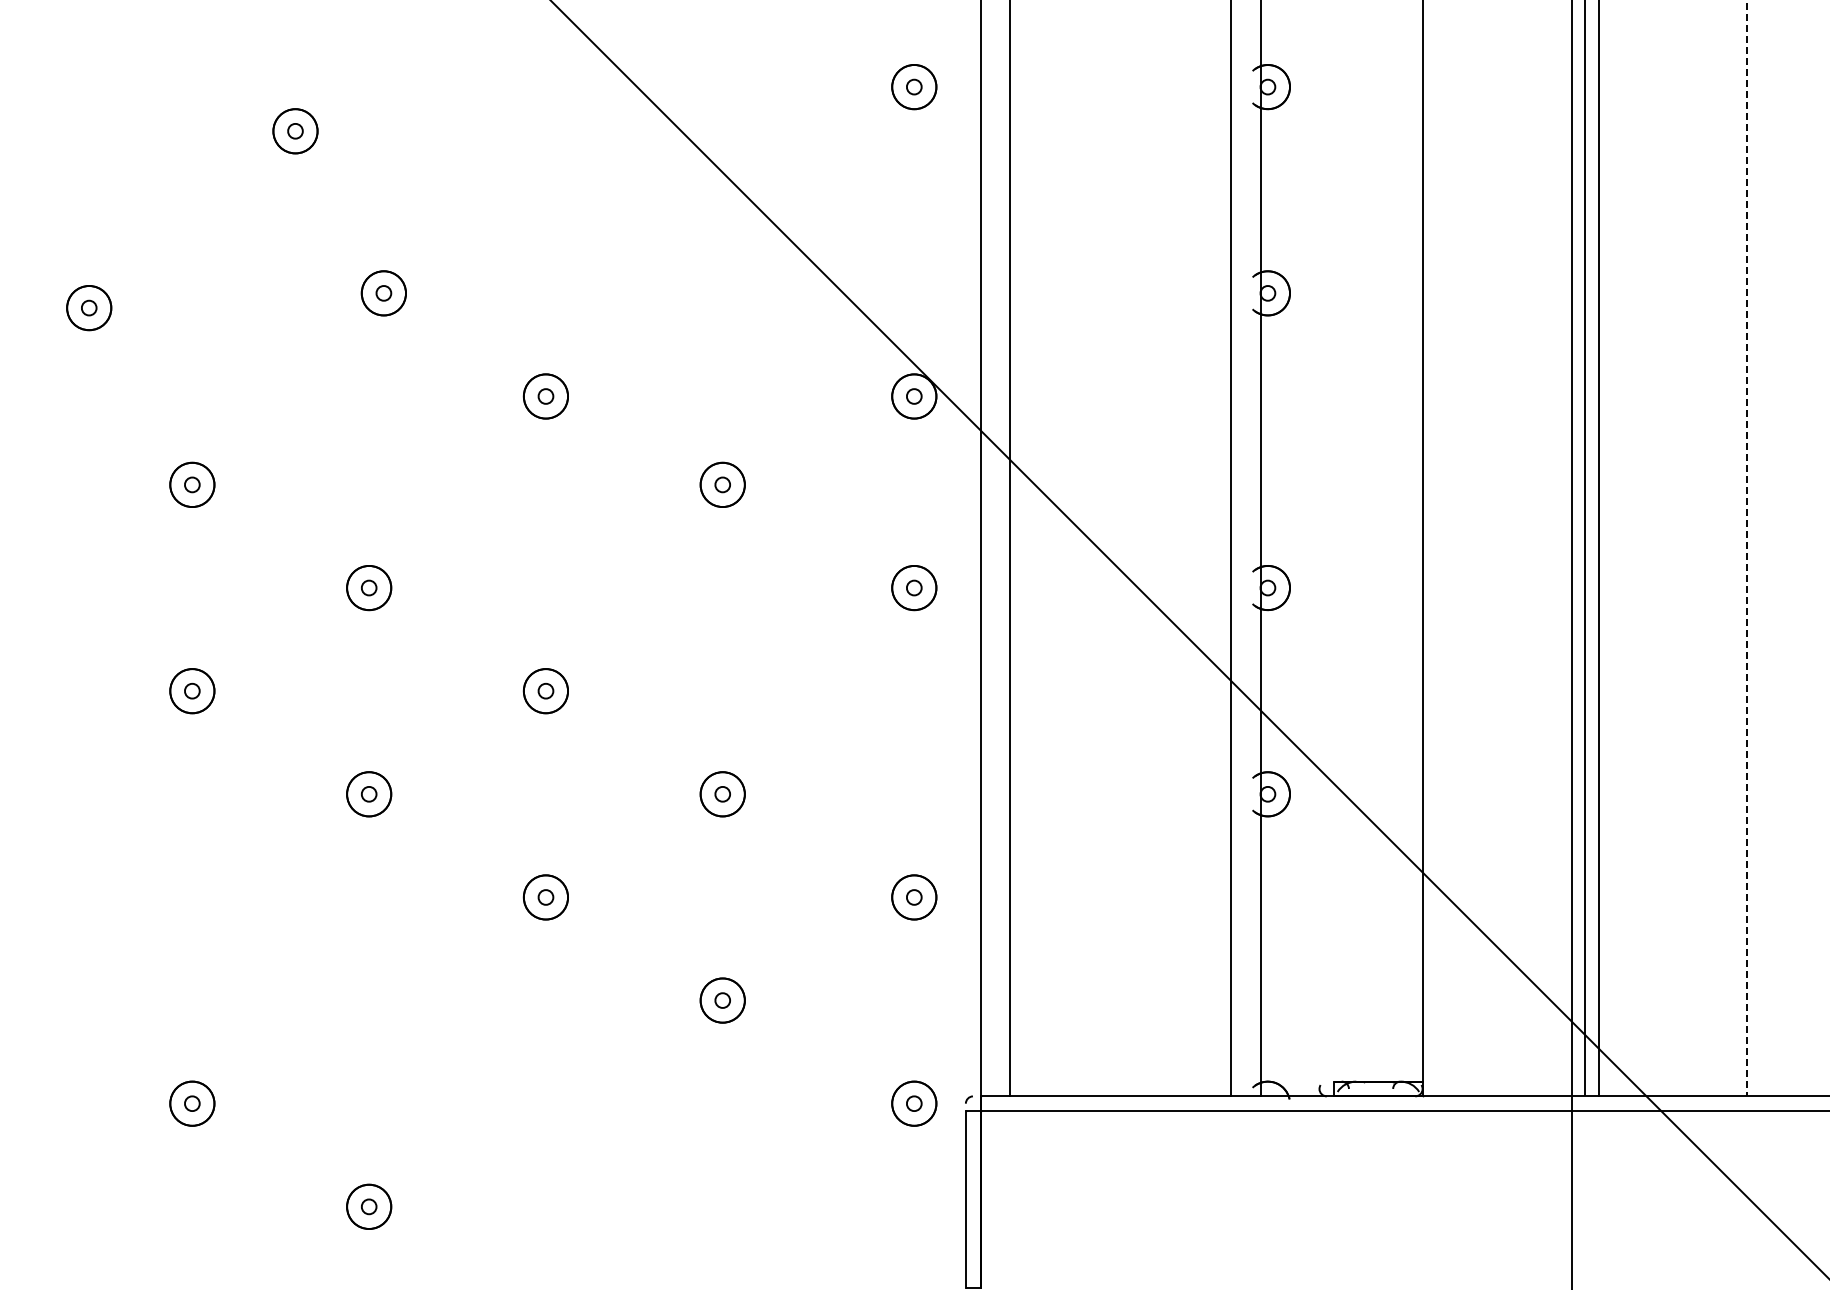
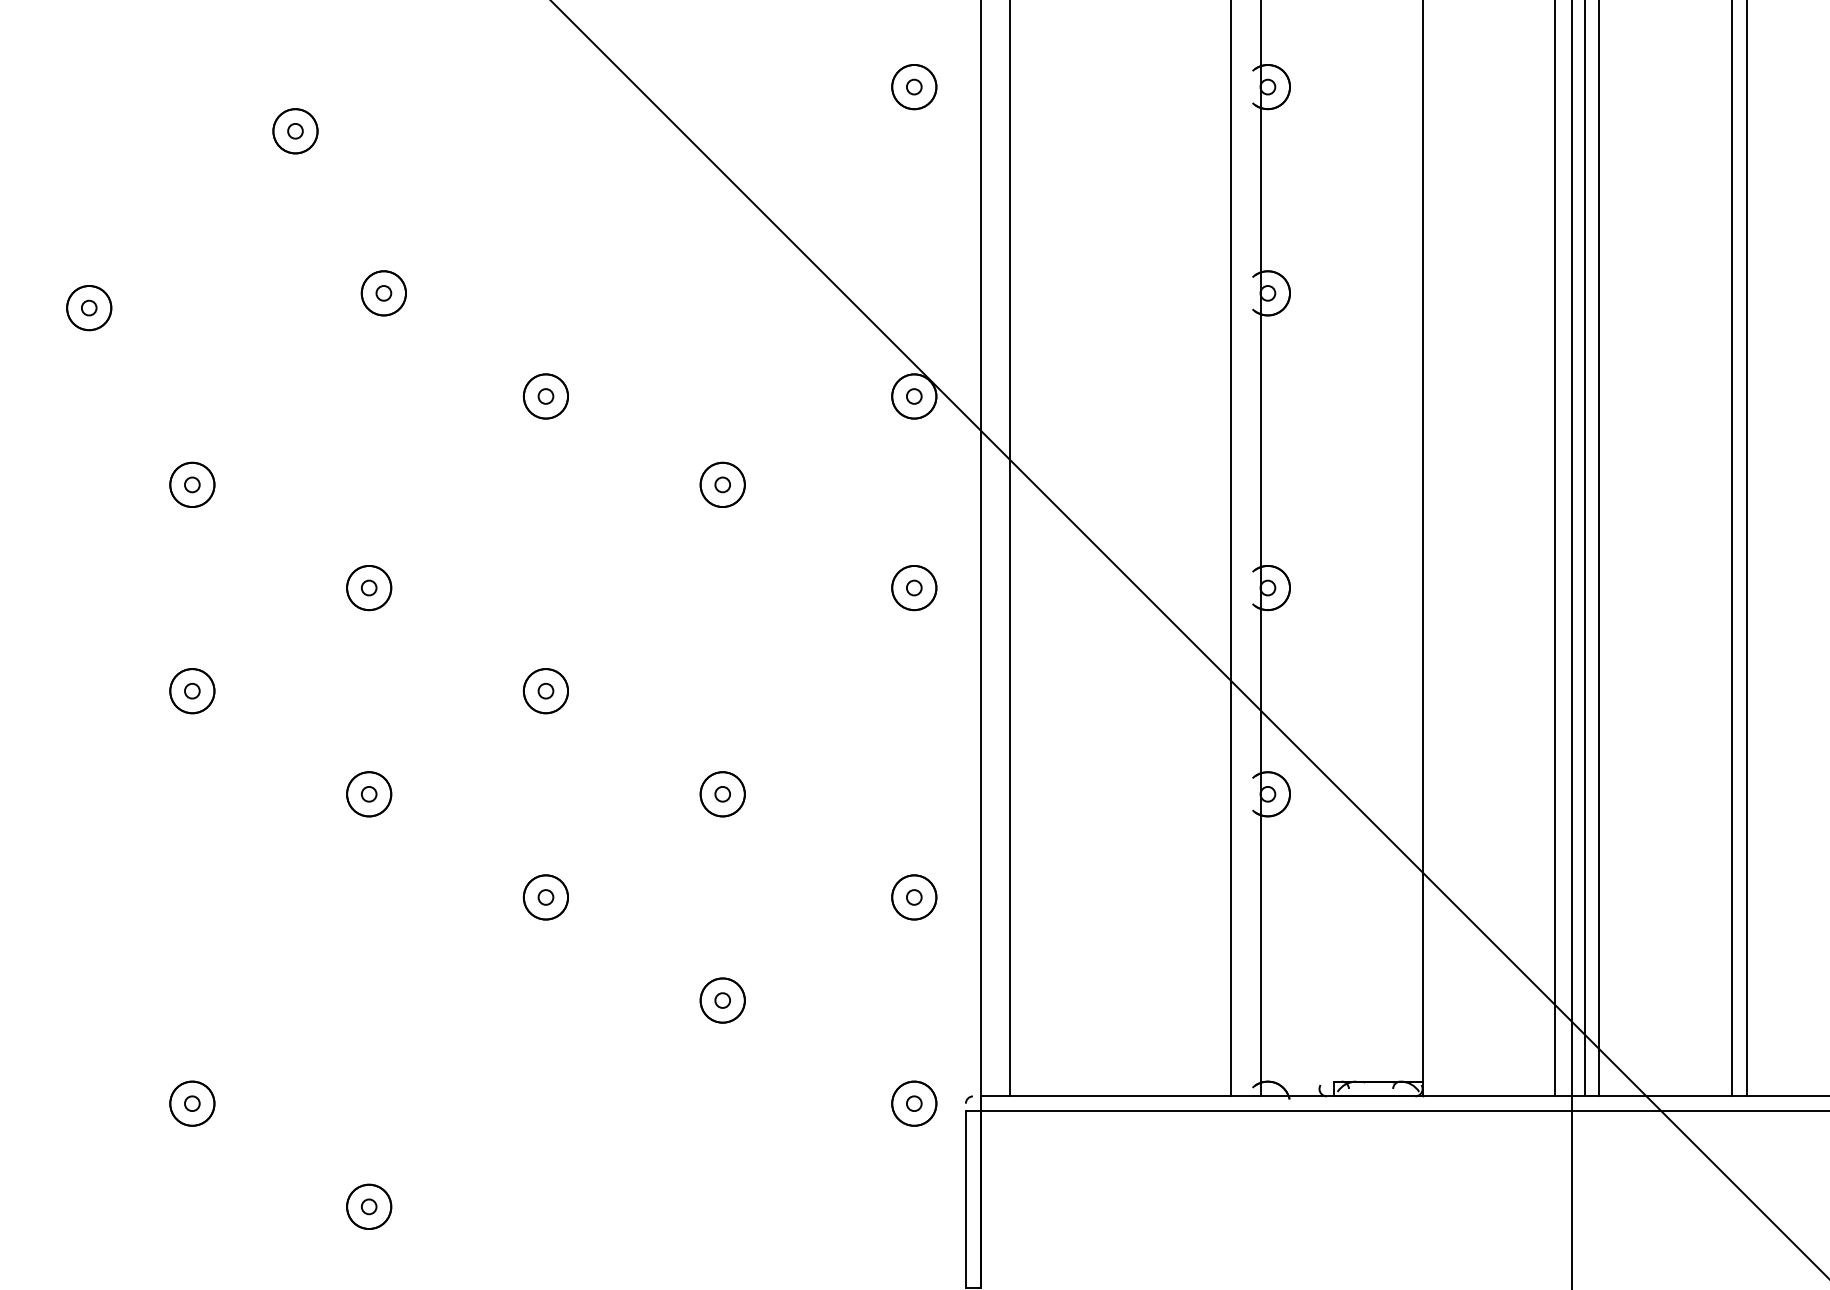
line at (1746, 548): dashed -> solid
line at (1555, 549): none -> present
line at (1732, 549): none -> present
